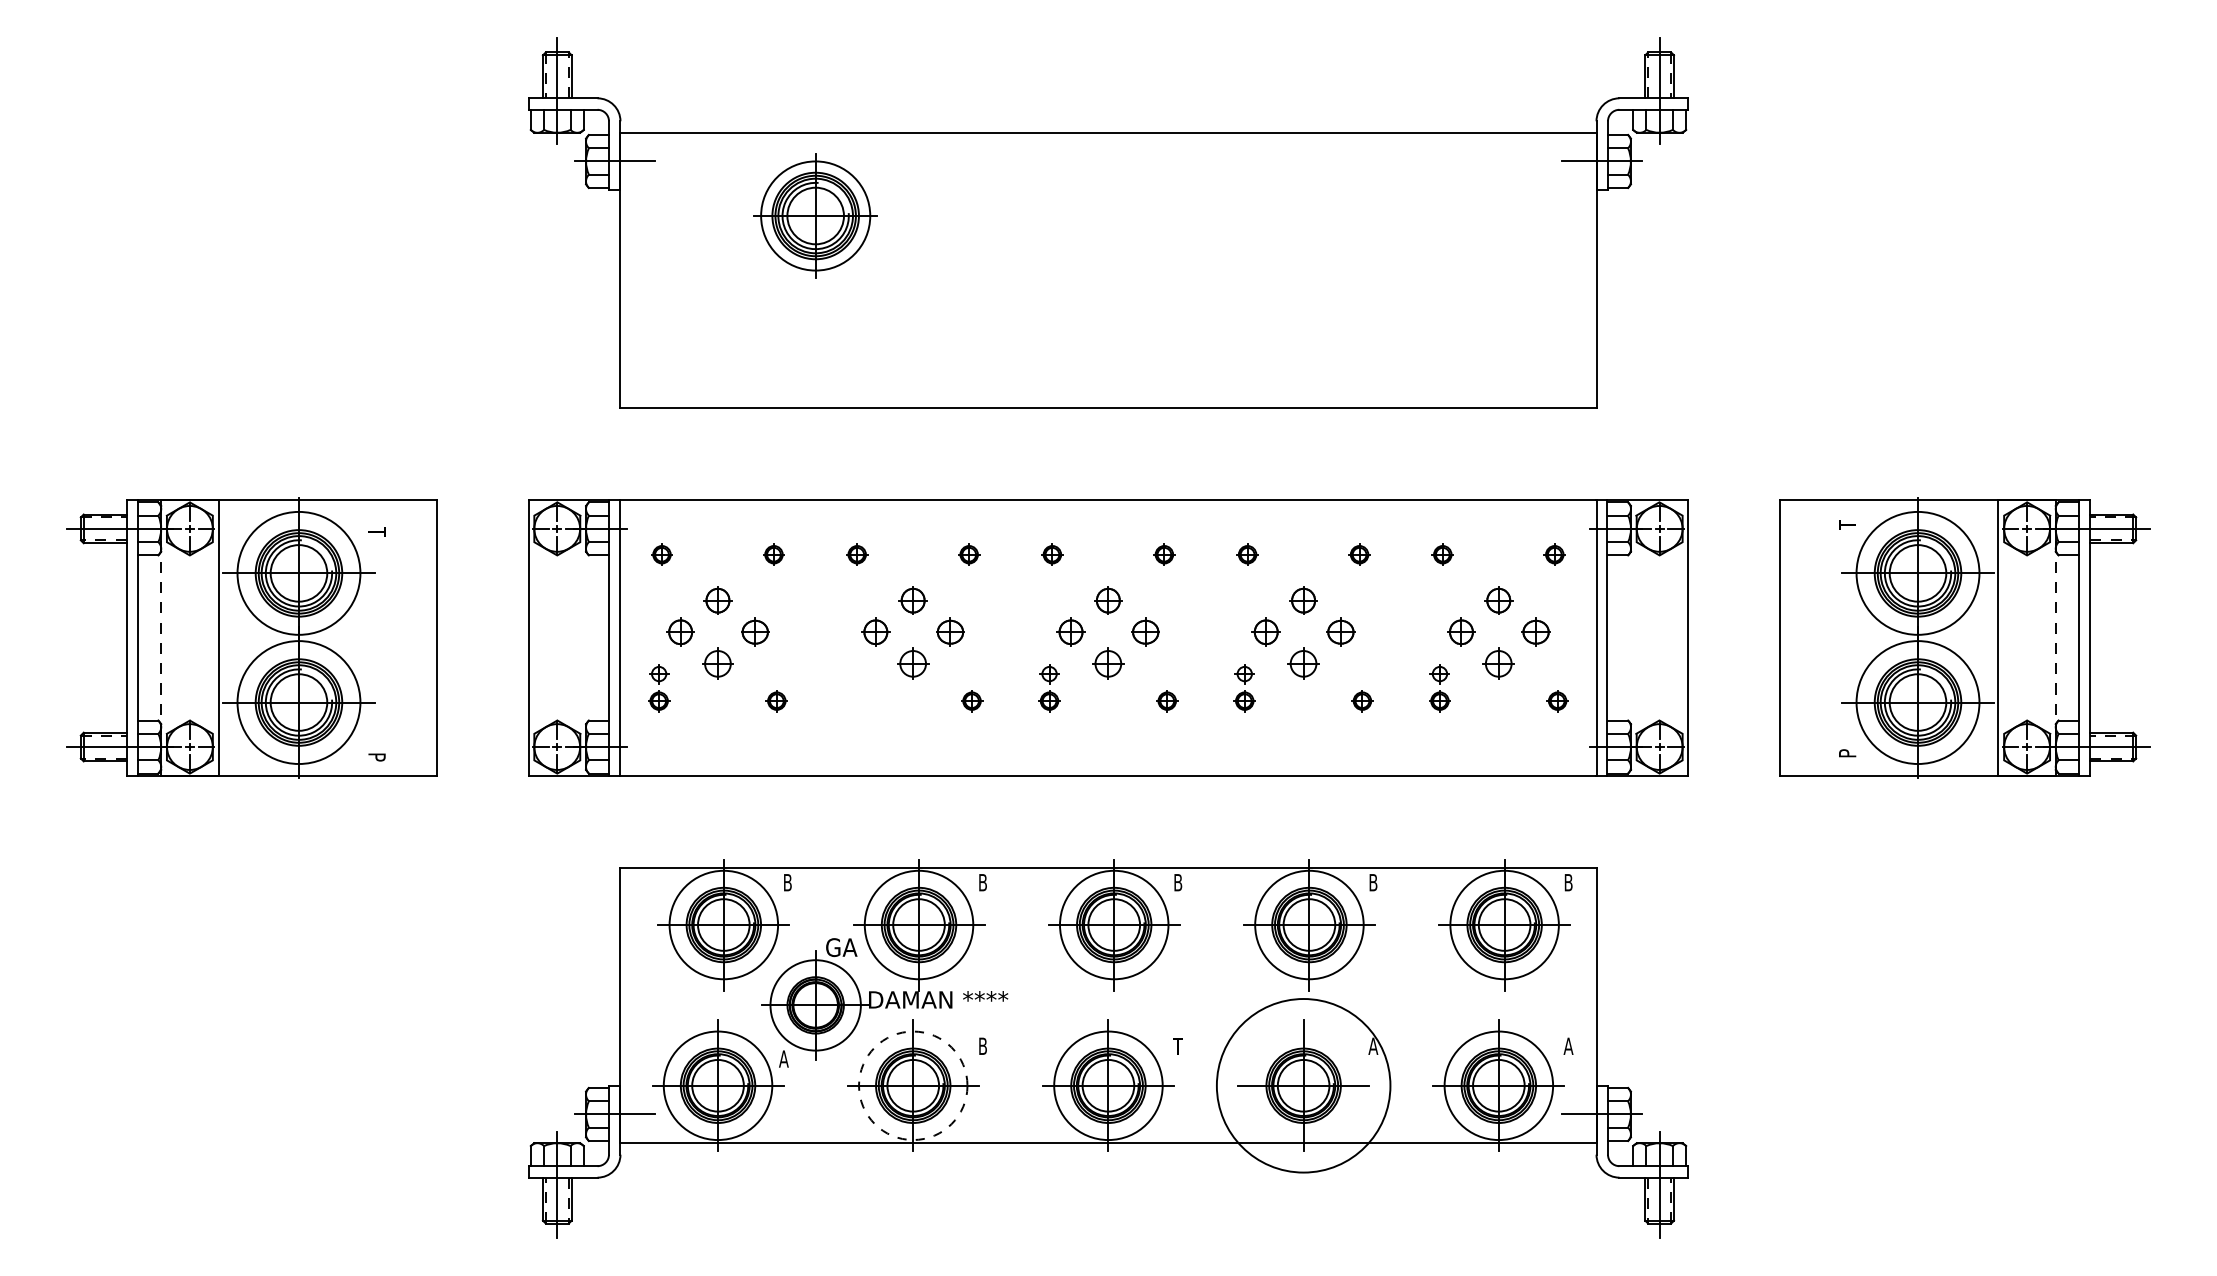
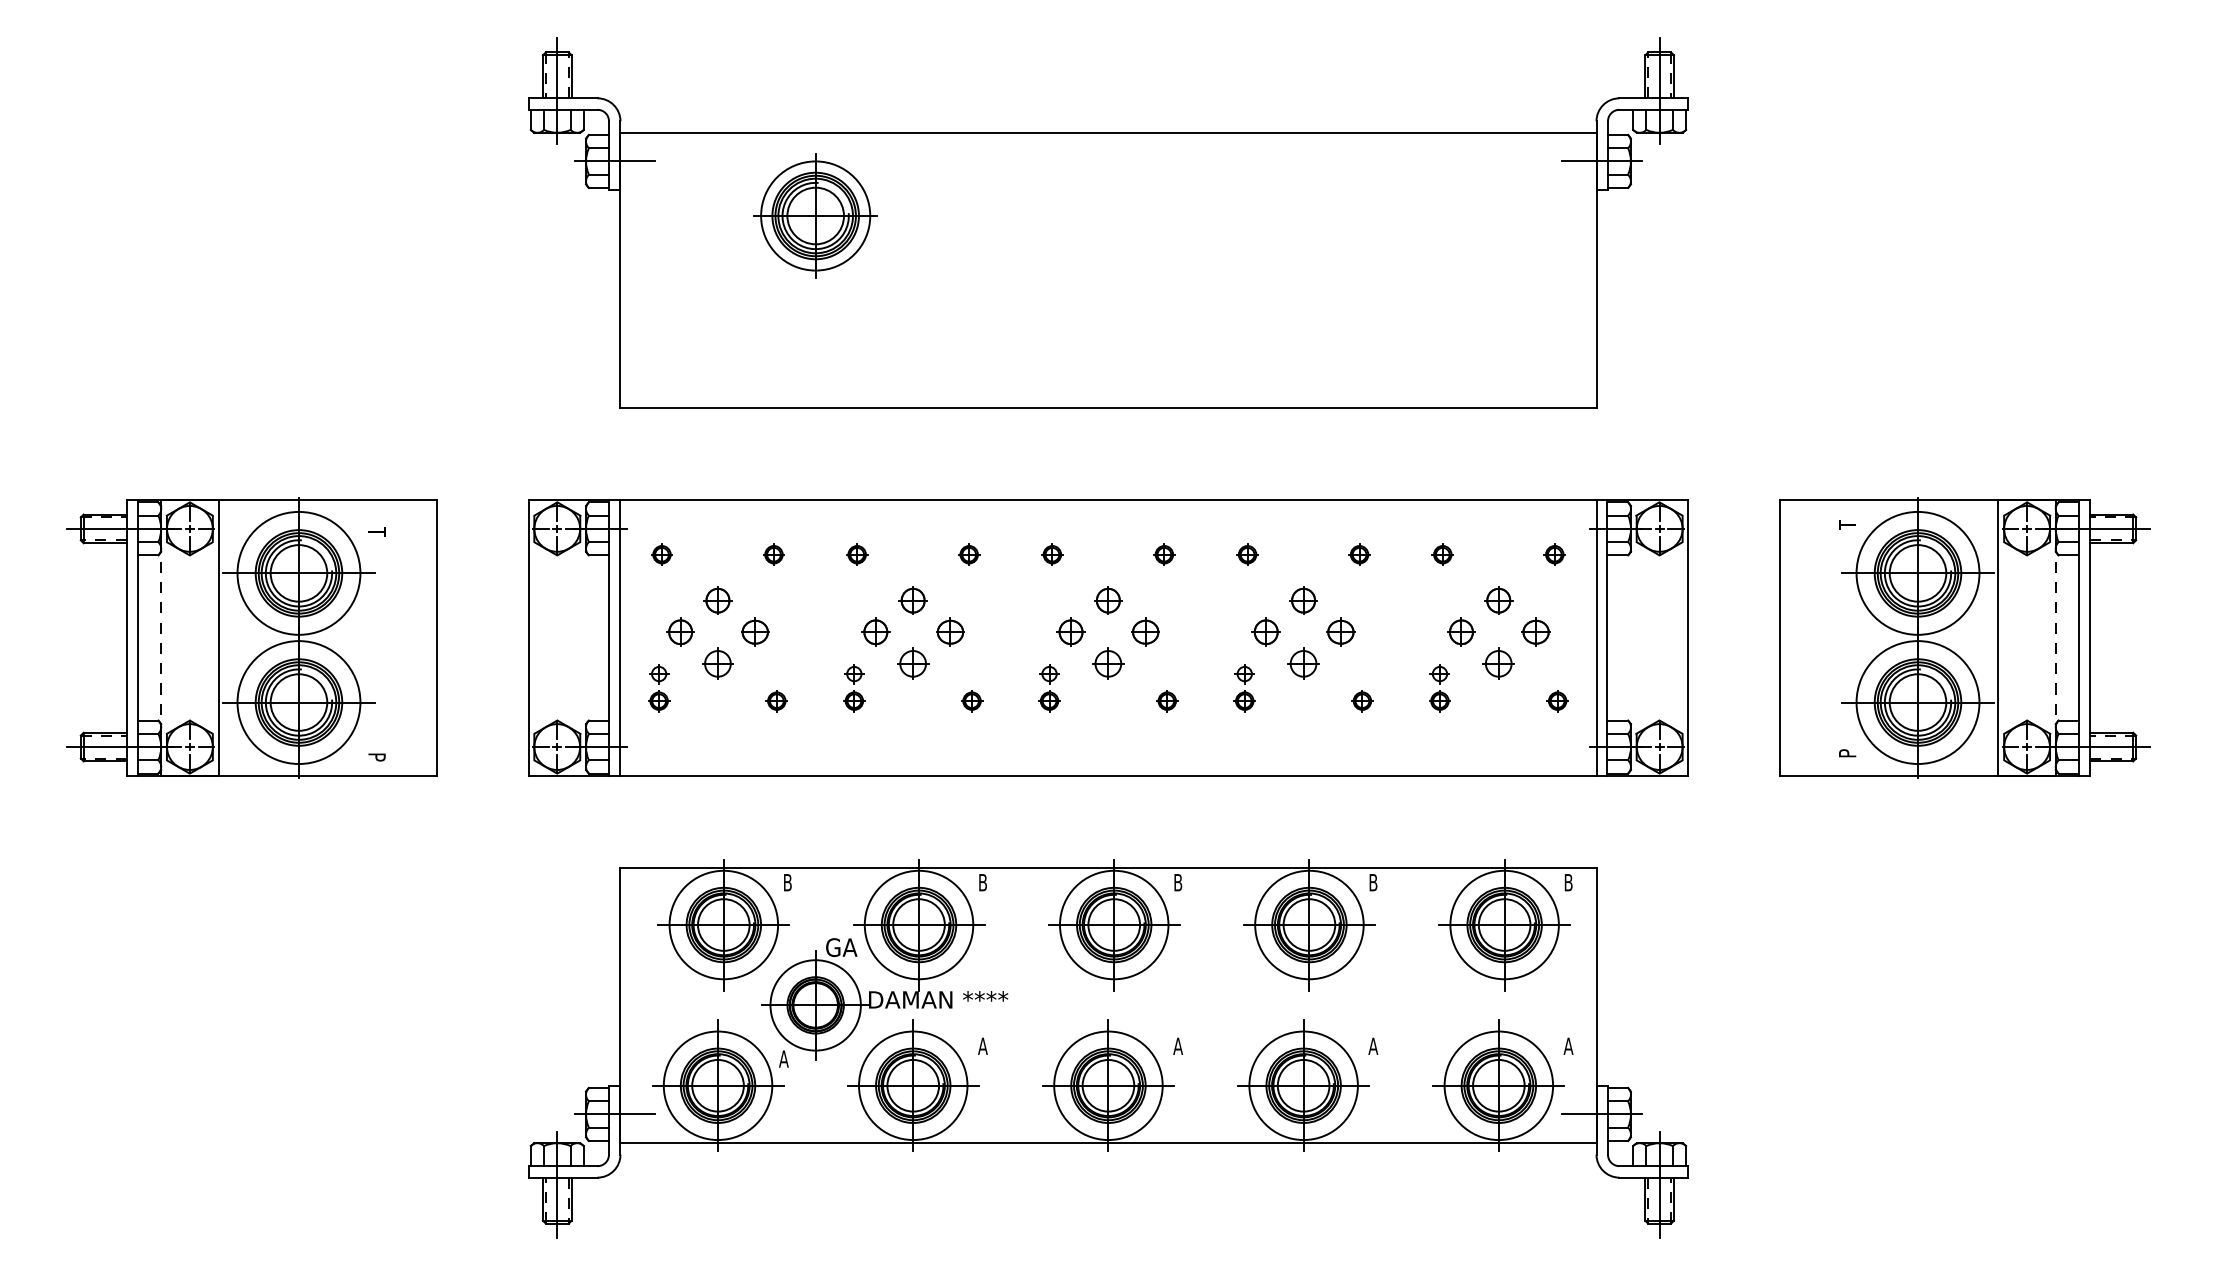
part at (854, 688): none -> present
text at (982, 1045): B -> A
text at (1178, 1045): T -> A
circle at (913, 1085): dashed -> solid
circle at (1303, 1085) diameter: 174 px -> 108 px
